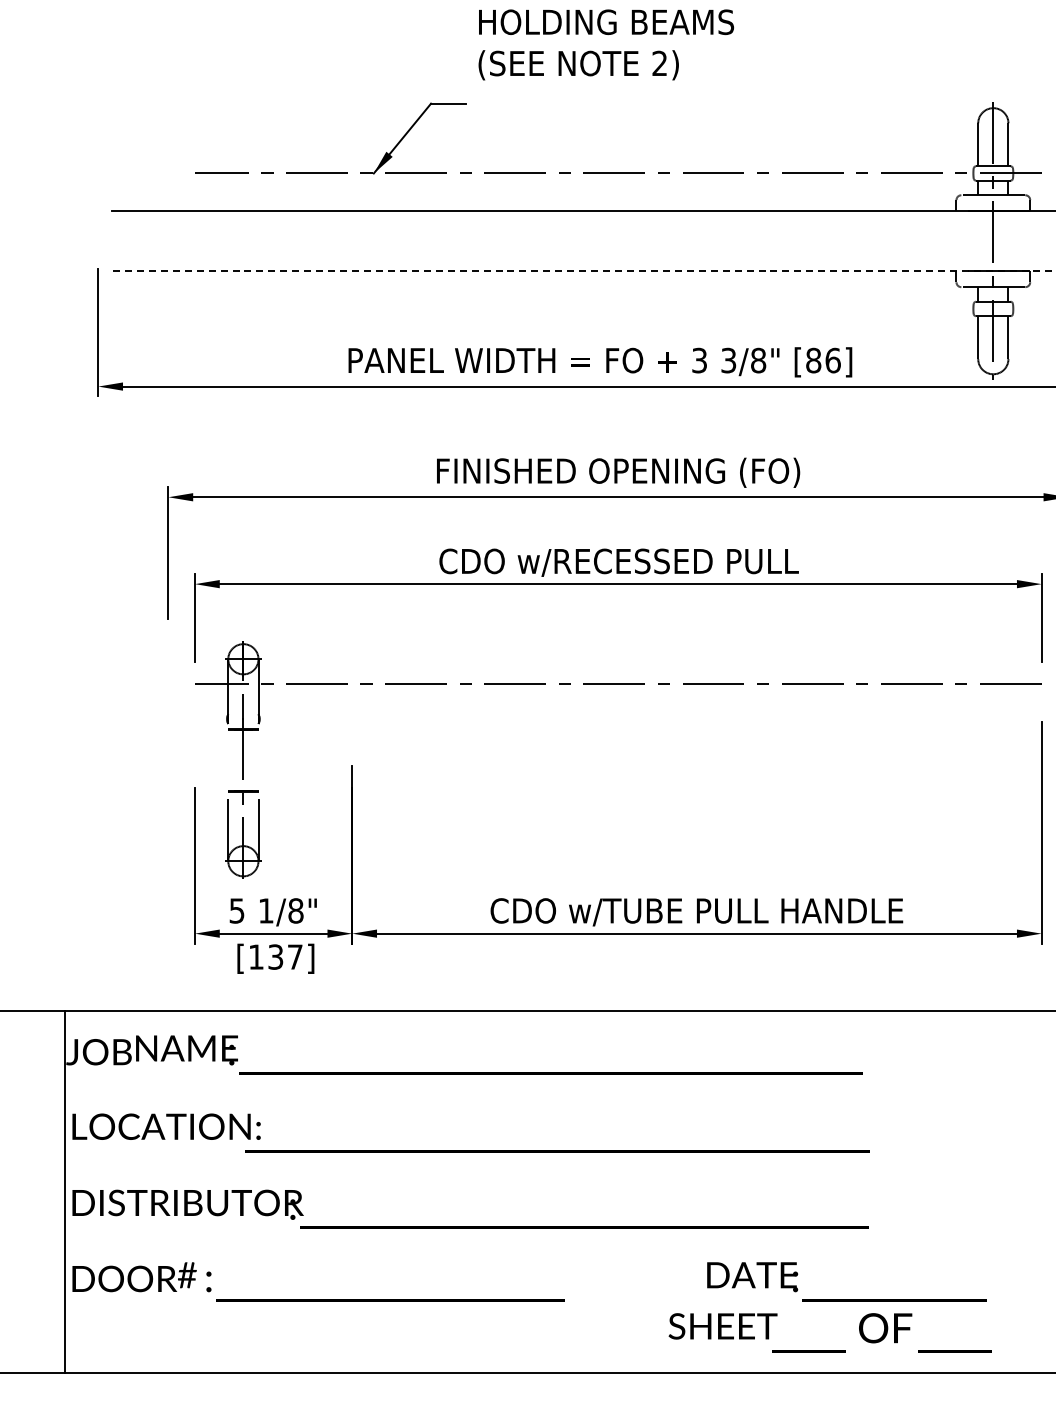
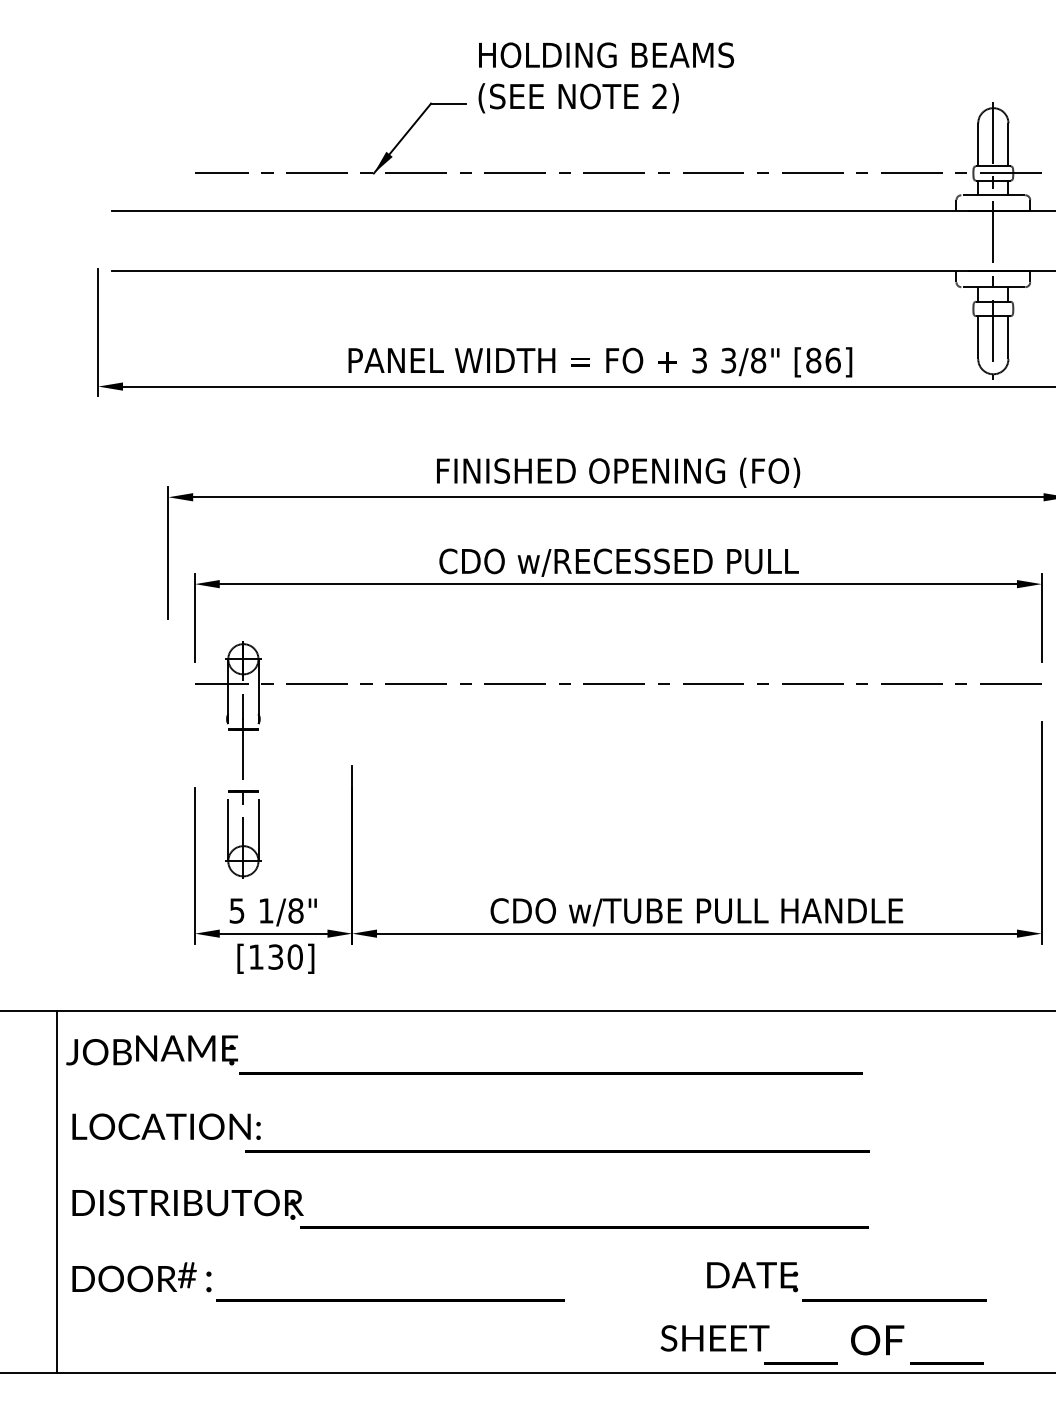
text at (606, 44) position: (606, 44) -> (606, 77)
line at (583, 271): dashed -> solid
text at (294, 956): [137] -> [130]
line at (64, 1191) position: (64, 1191) -> (56, 1191)
text at (829, 1332) position: (829, 1332) -> (821, 1344)
